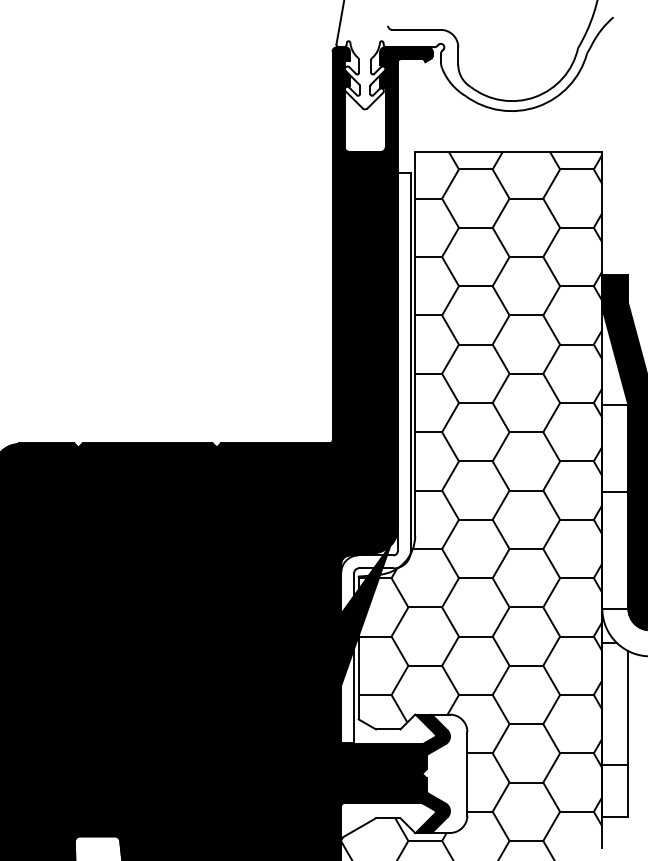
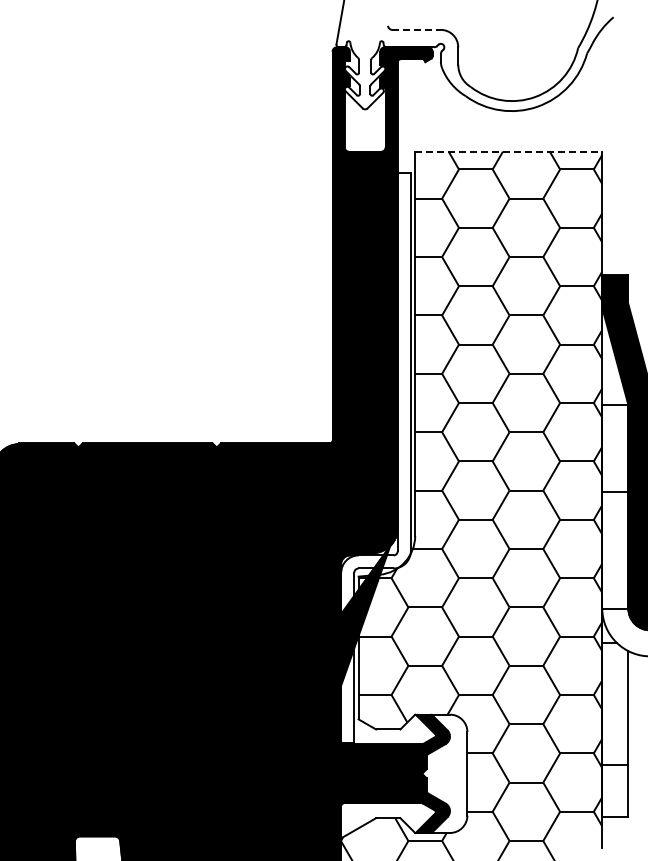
line at (417, 29): solid -> dashed
line at (508, 151): solid -> dashed
